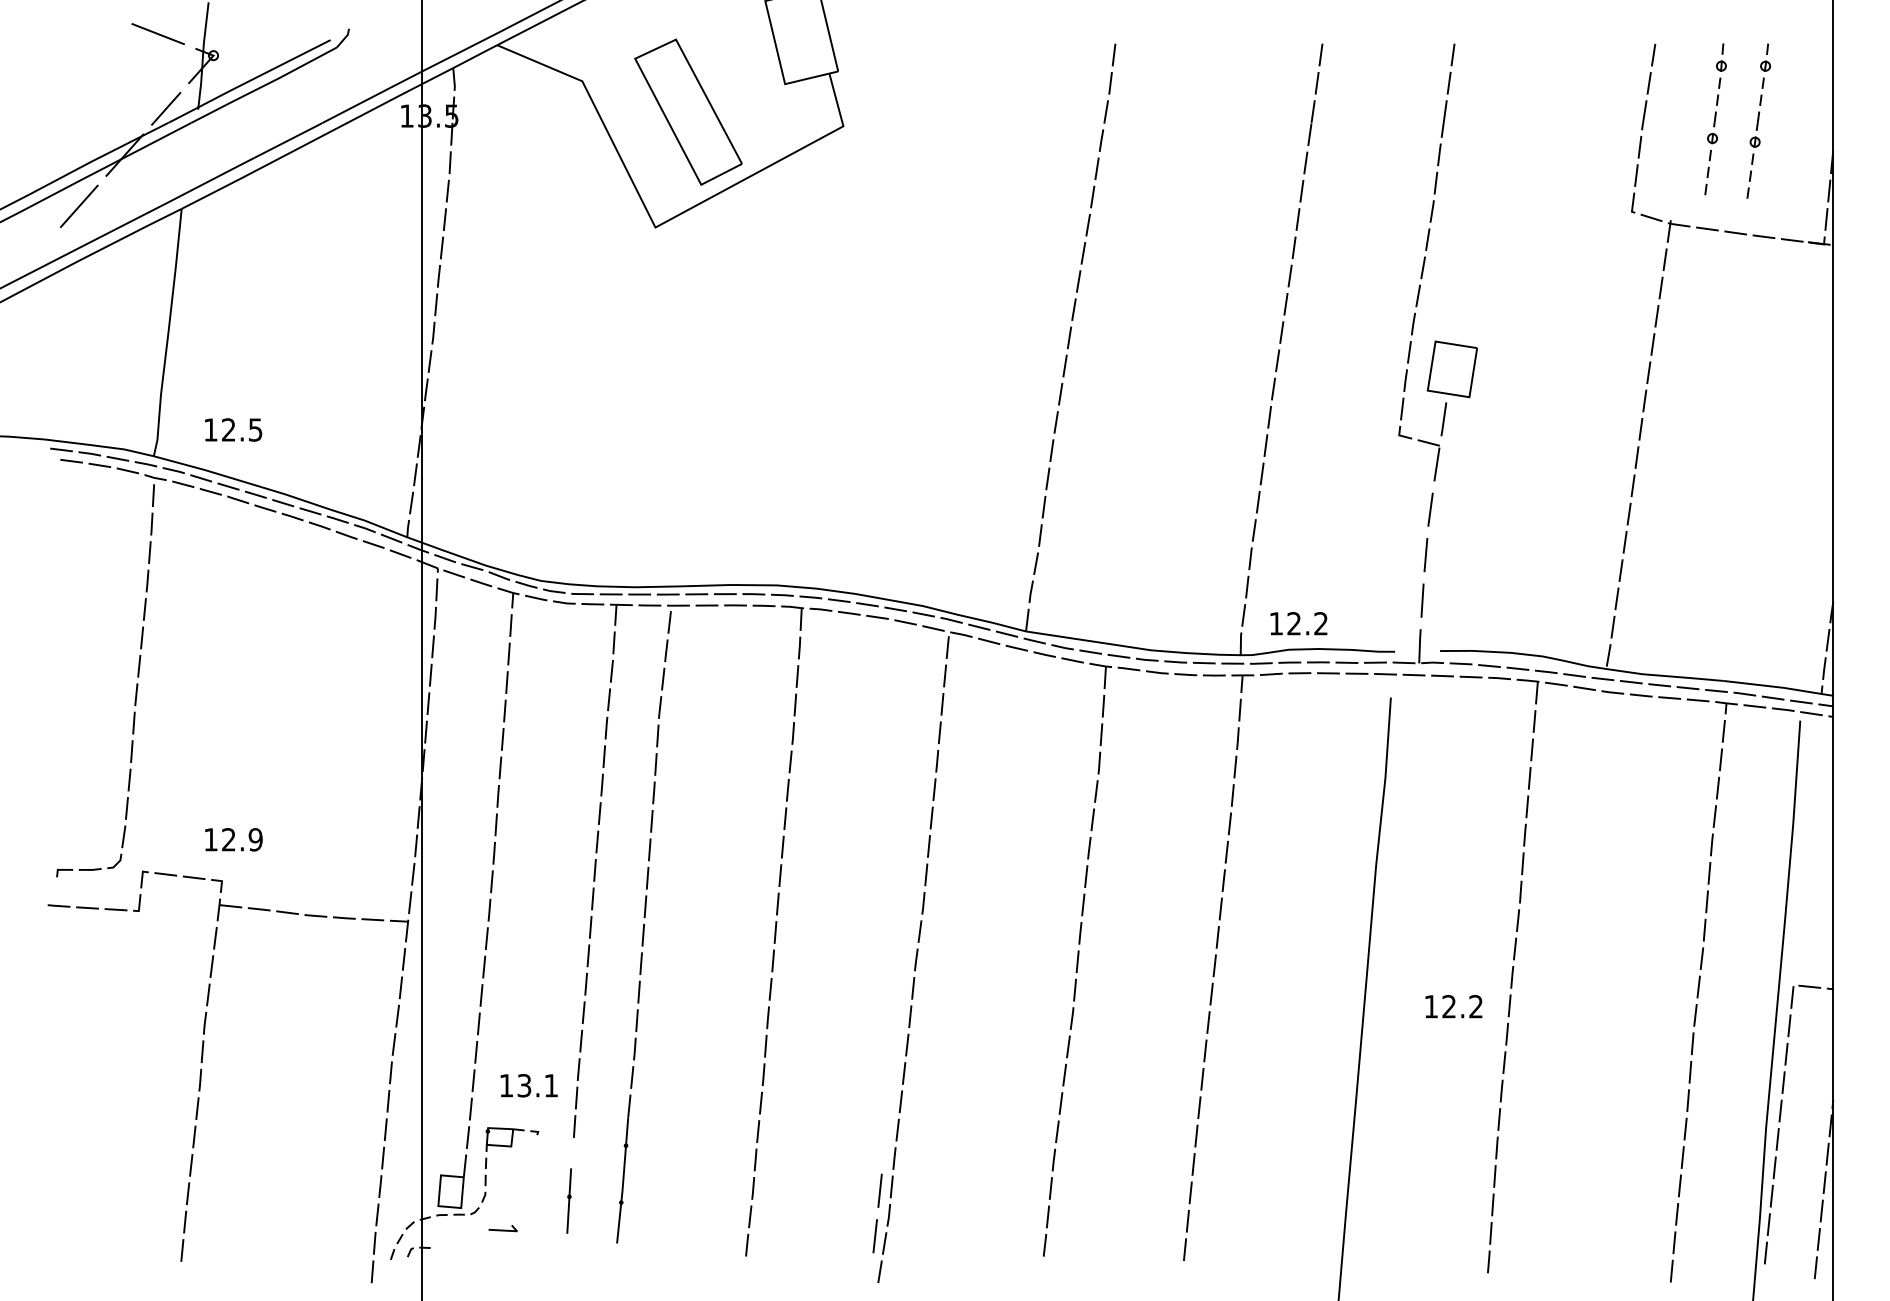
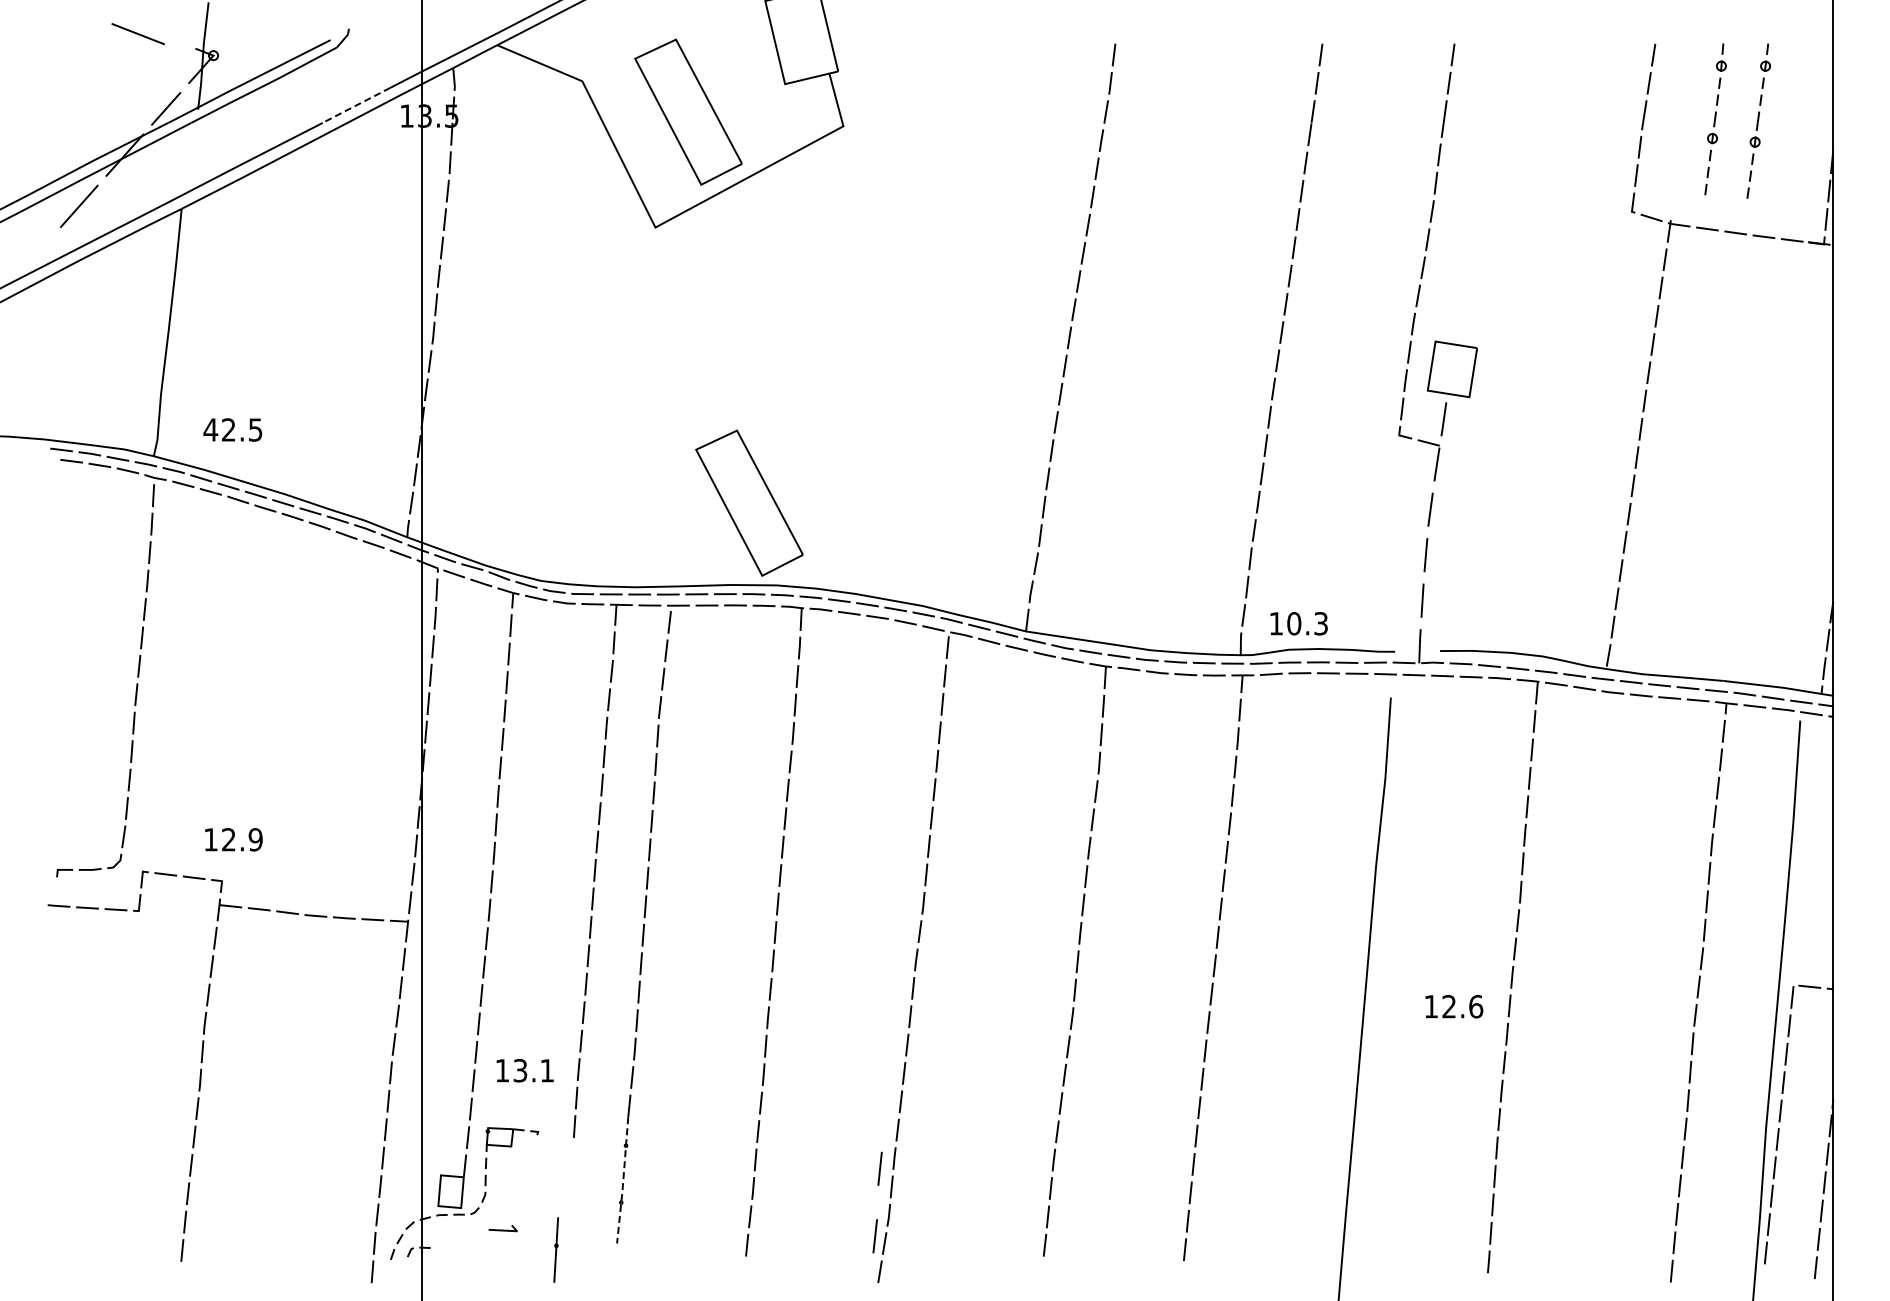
line at (157, 34) position: (157, 34) -> (137, 34)
line at (356, 105): solid -> dashed
text at (210, 429): 12.5 -> 42.5
part at (749, 502): none -> present
text at (1307, 623): 12.2 -> 10.3
text at (1476, 1006): 12.2 -> 12.6
text at (528, 1085) position: (528, 1085) -> (524, 1070)
line at (623, 1181): solid -> dashed
line at (879, 1190) position: (879, 1190) -> (879, 1168)
part at (568, 1200) position: (568, 1200) -> (555, 1249)
